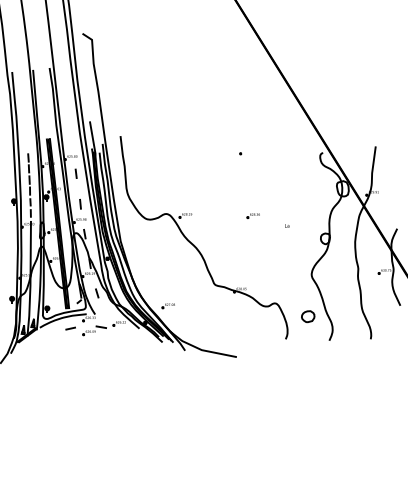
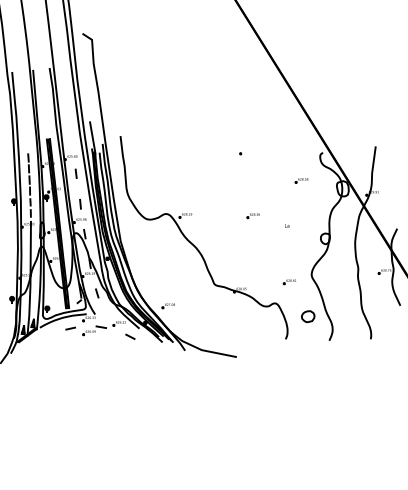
part at (301, 180): none -> present
part at (288, 282): none -> present
line at (130, 336): none -> present
